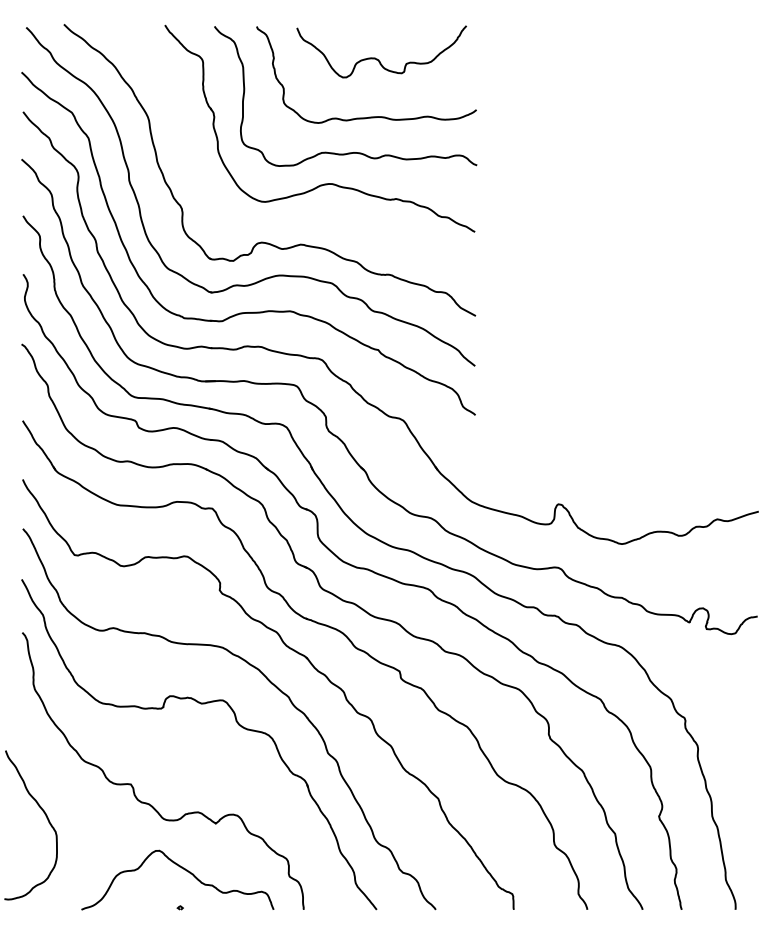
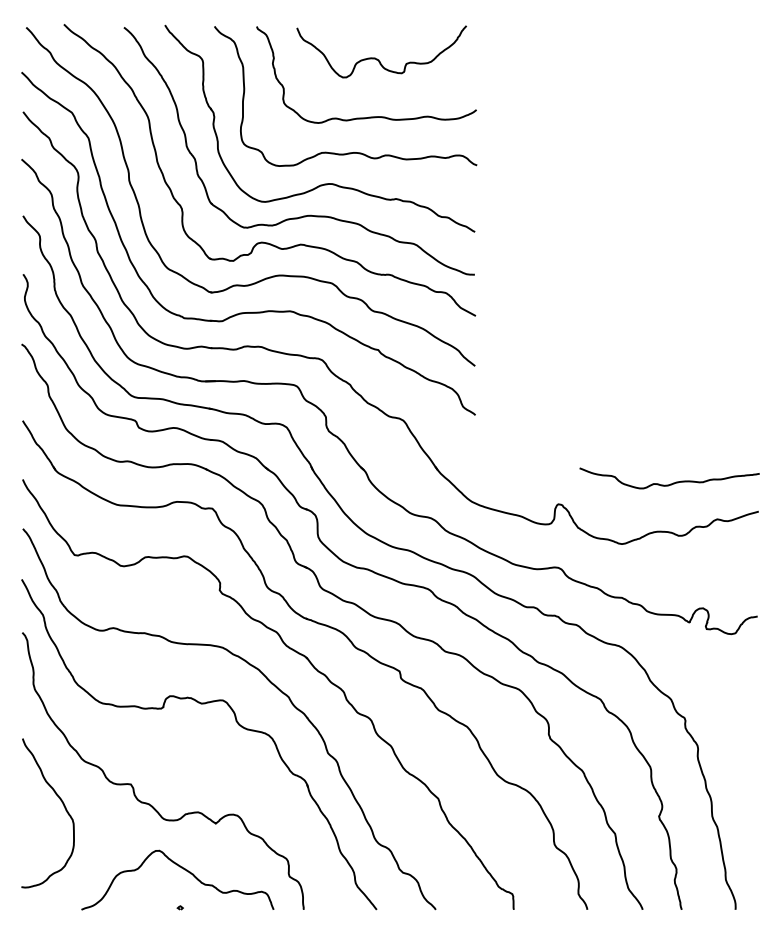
part at (309, 214): none -> present
curve at (670, 483): none -> present
curve at (46, 818) position: (46, 818) -> (63, 806)
